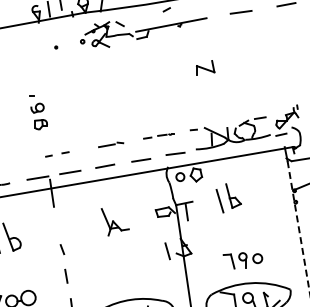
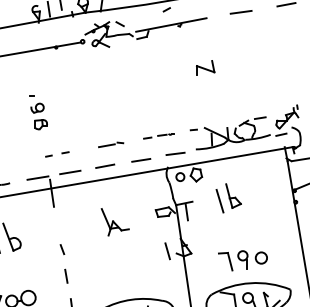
line at (41, 49): none -> present
line at (298, 228): dashed -> solid
part at (242, 260) size: 42x18 px -> 50x22 px
